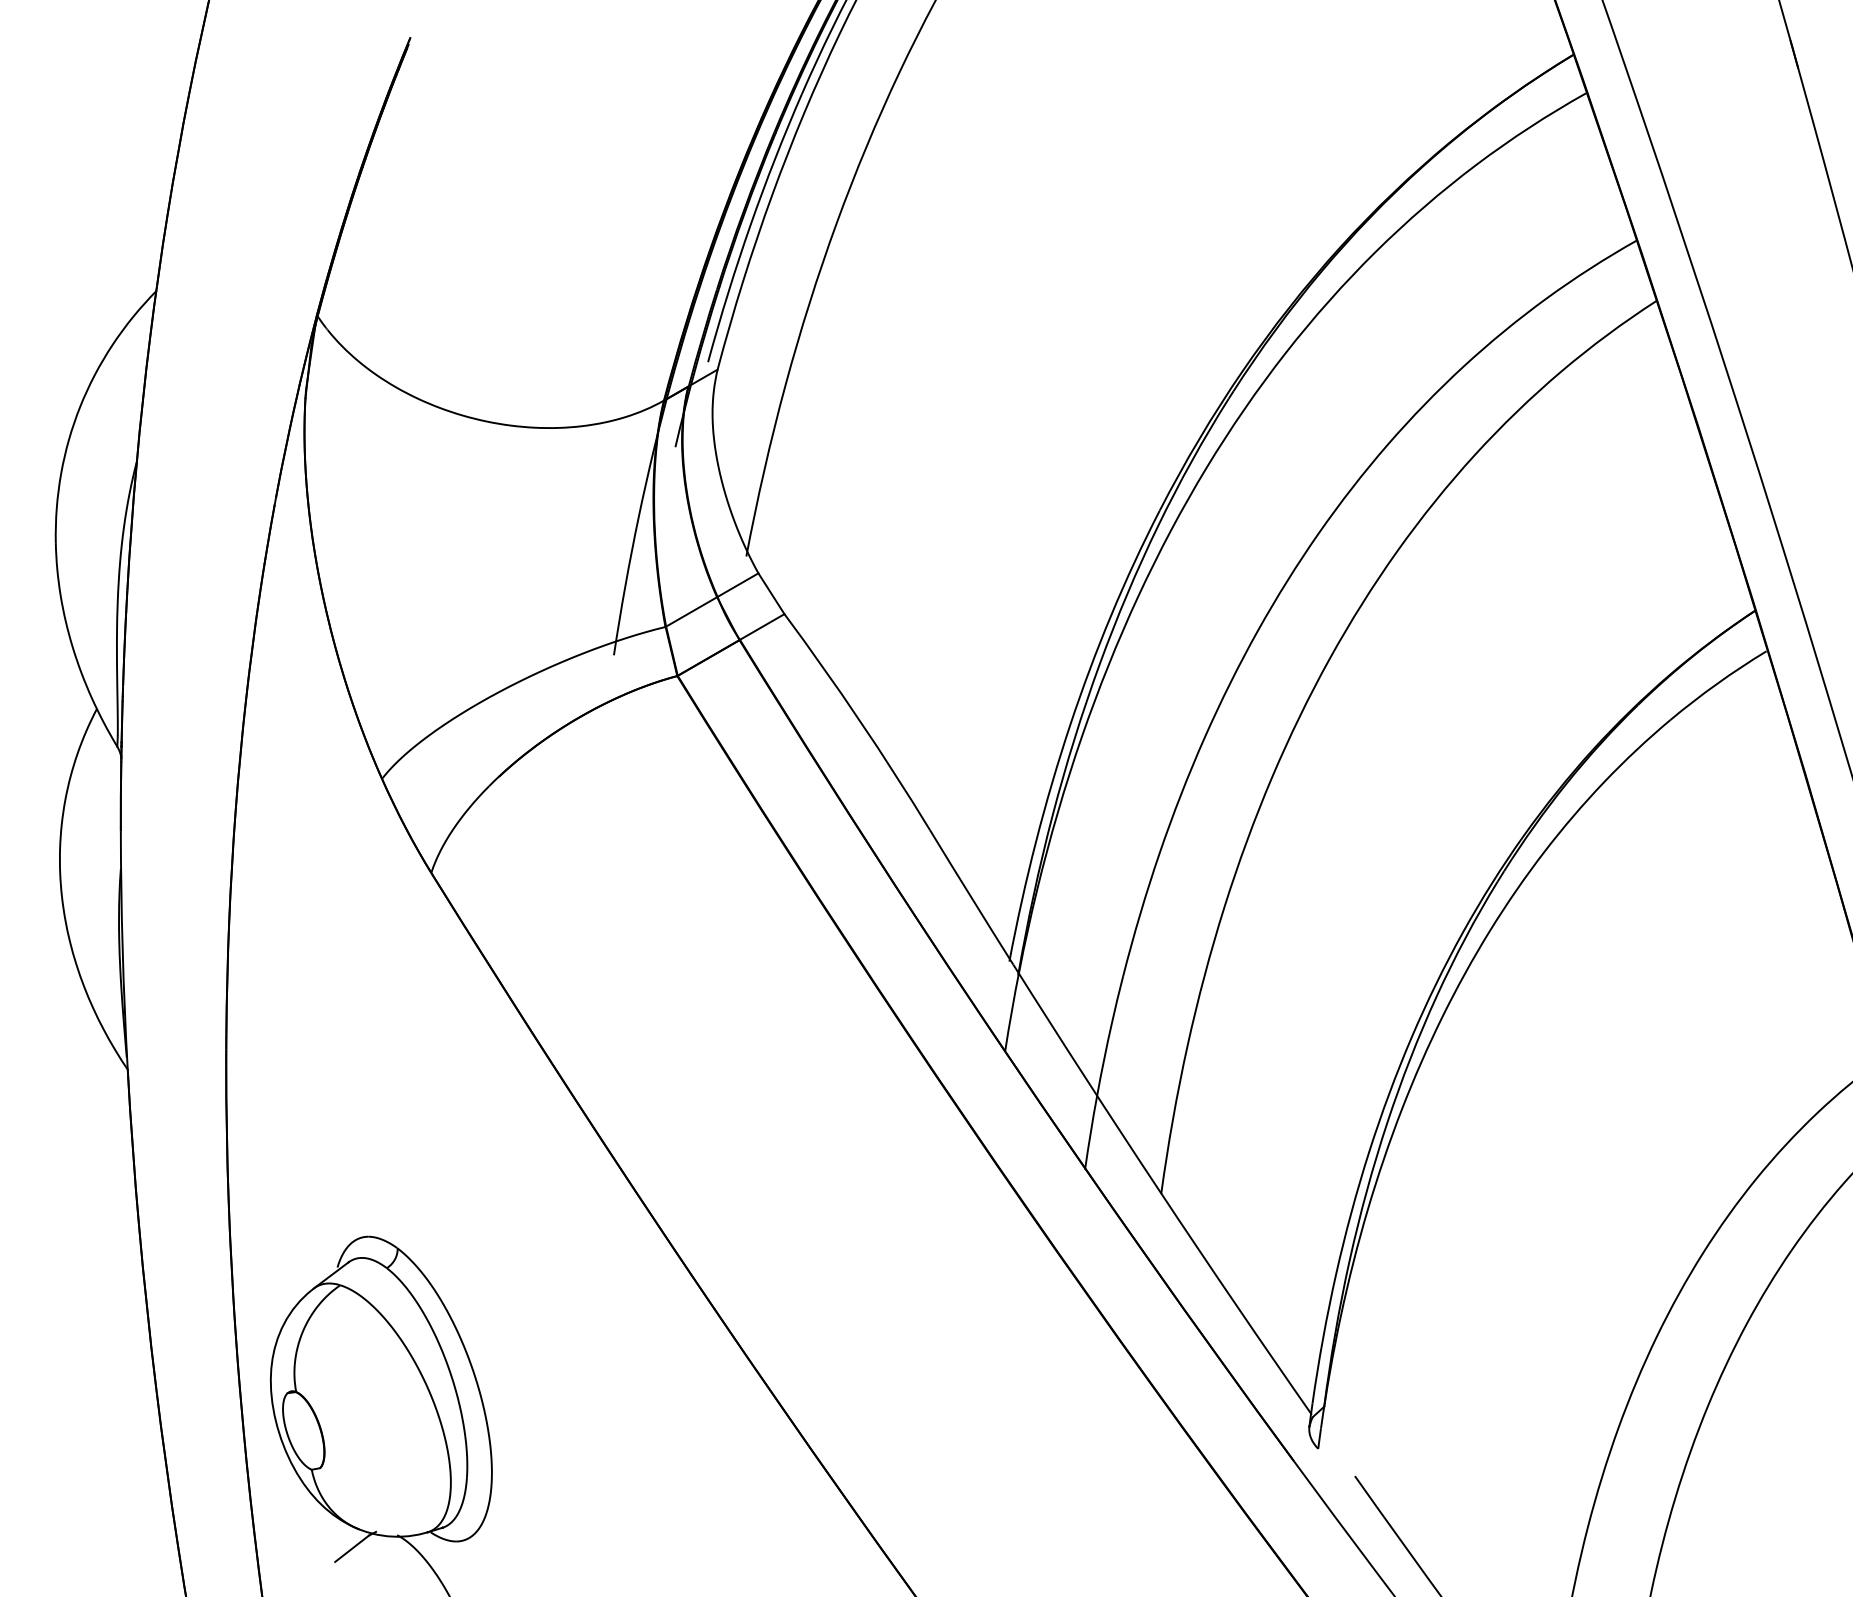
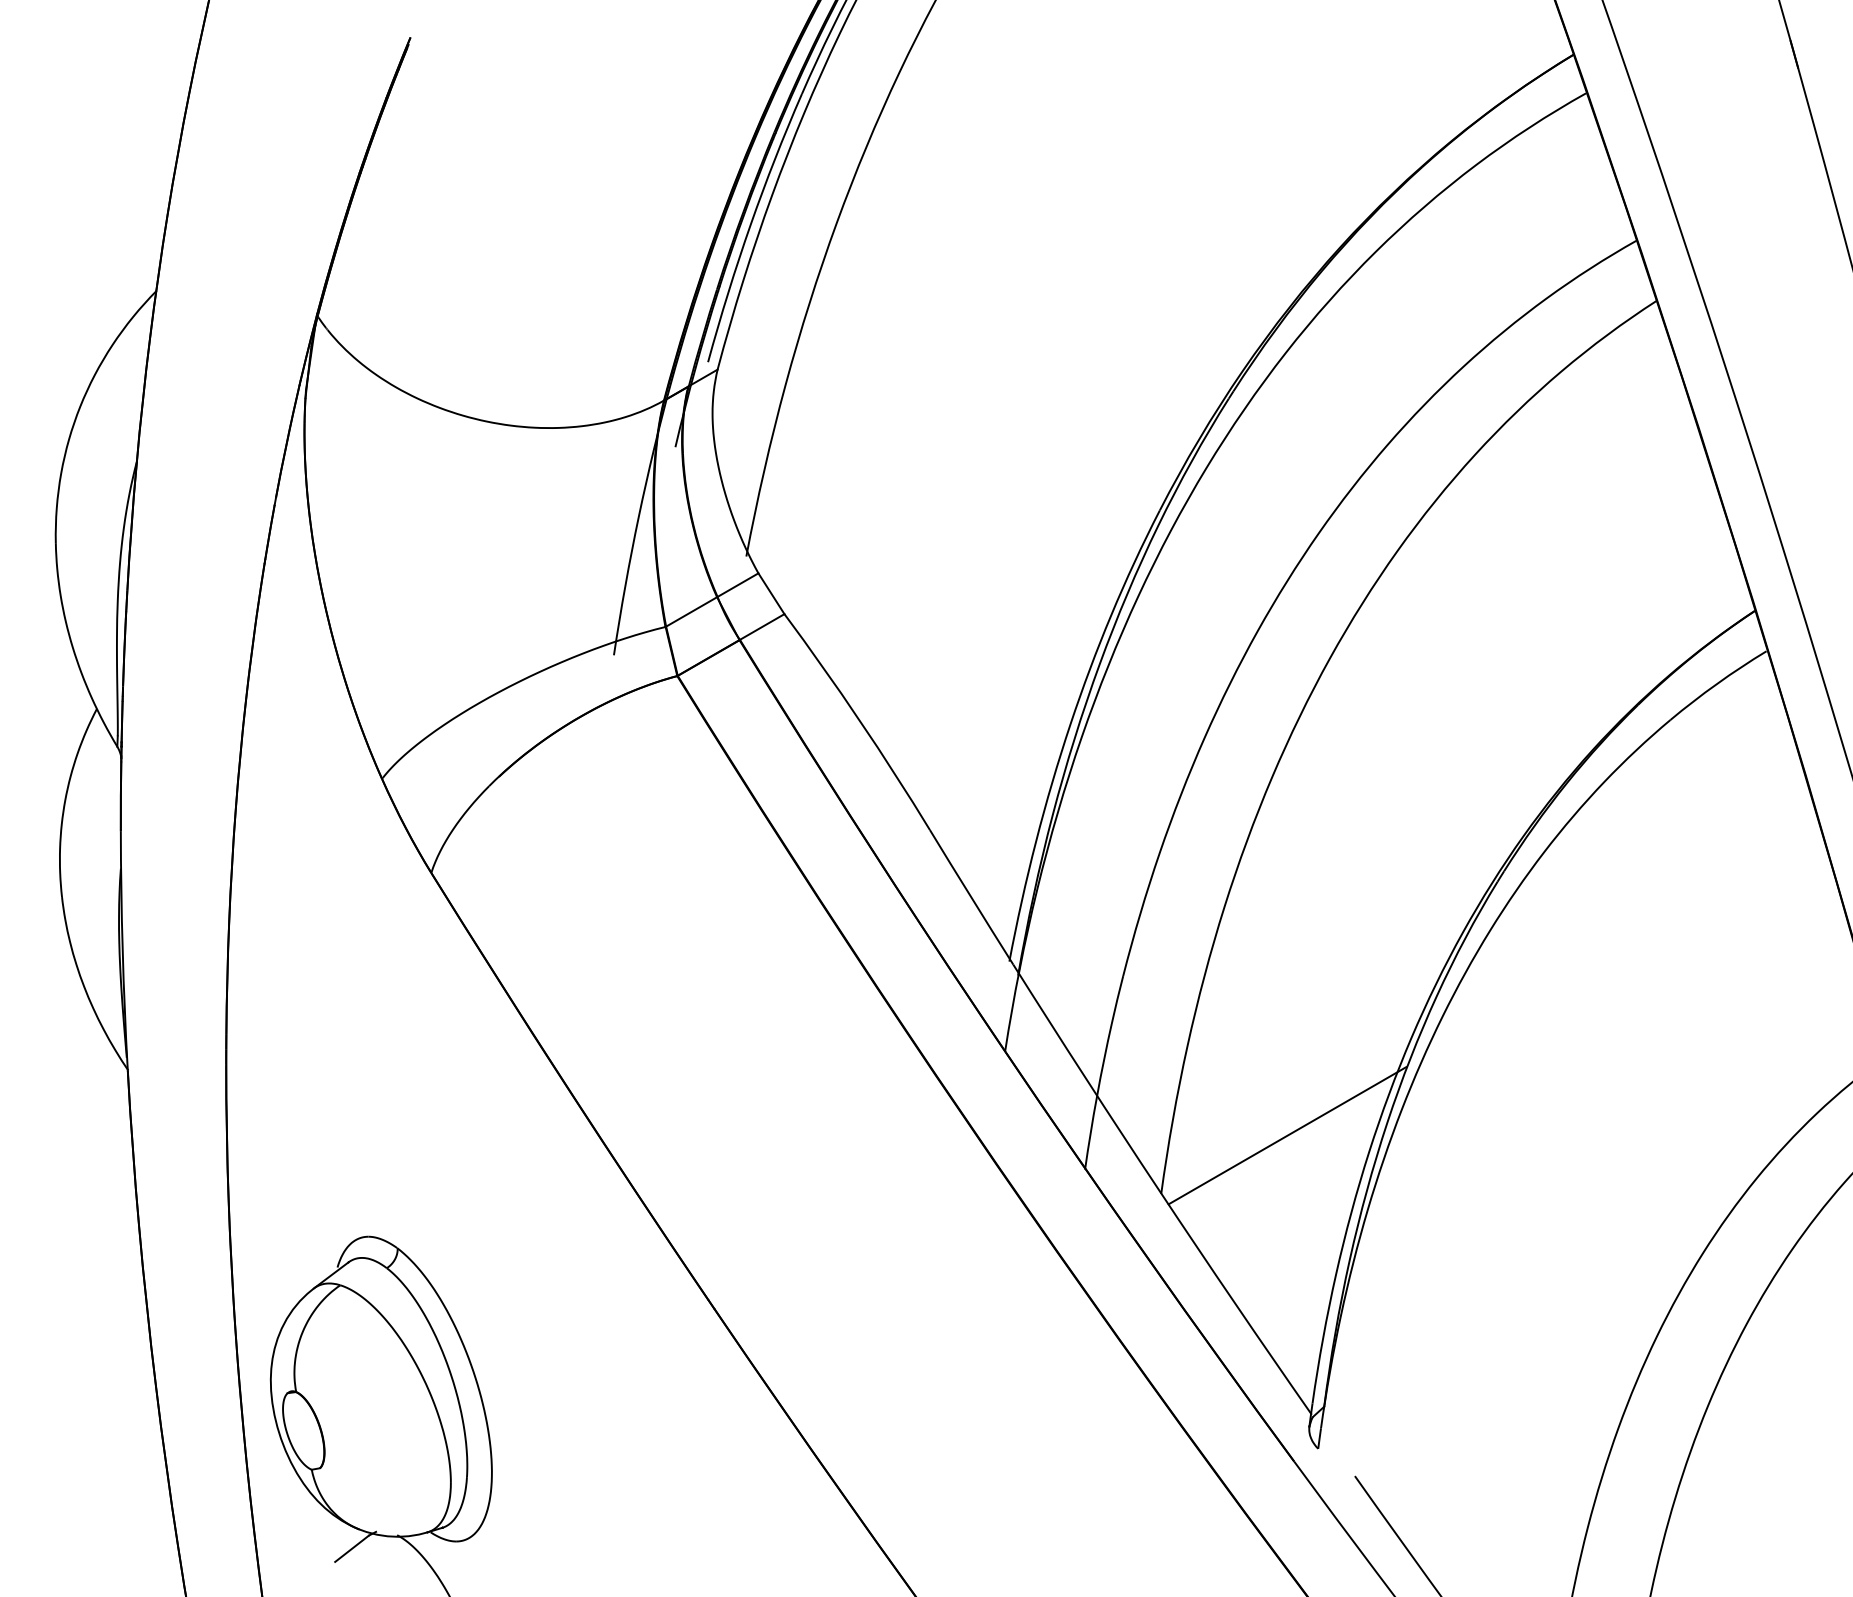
line at (1287, 1135): none -> present
